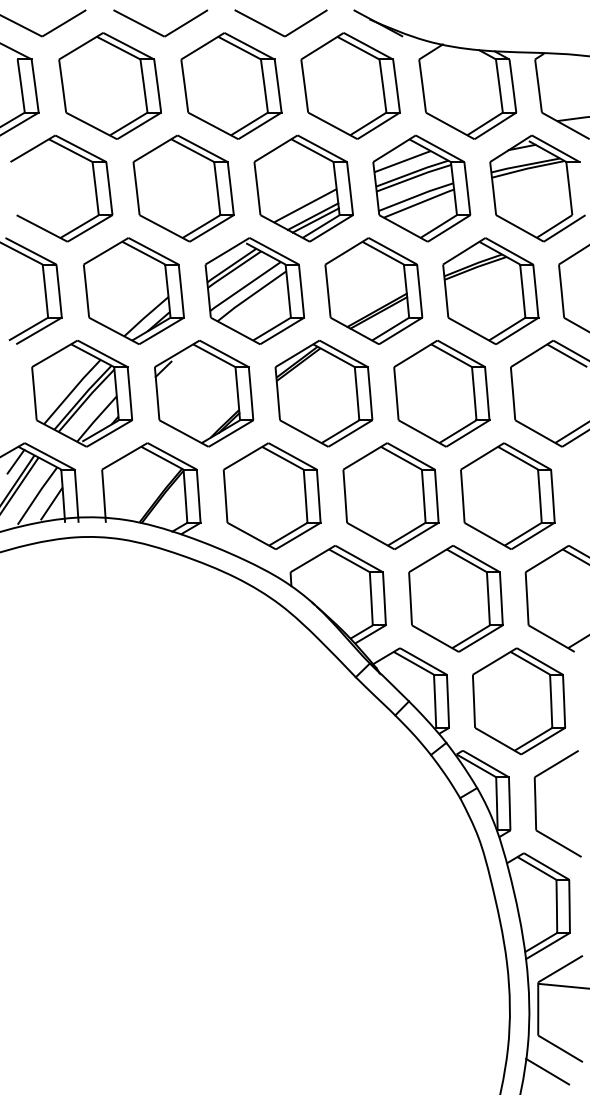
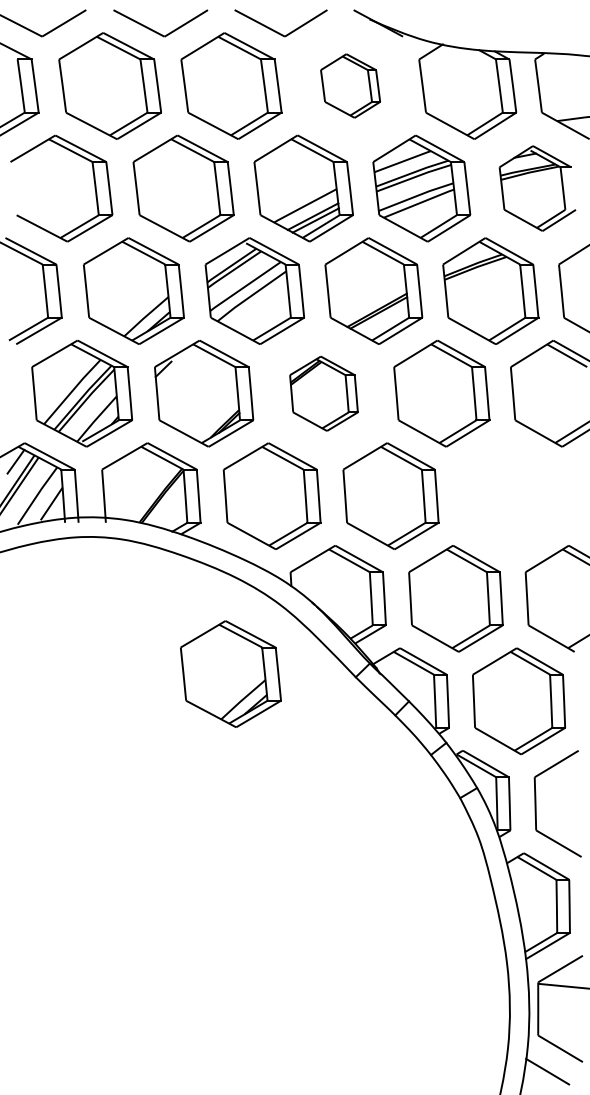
part at (350, 85) size: 101x108 px -> 61x66 px
part at (537, 188) size: 97x109 px -> 79x87 px
part at (323, 393) size: 100x108 px -> 70x77 px
part at (507, 495): present -> none
part at (230, 673): none -> present
